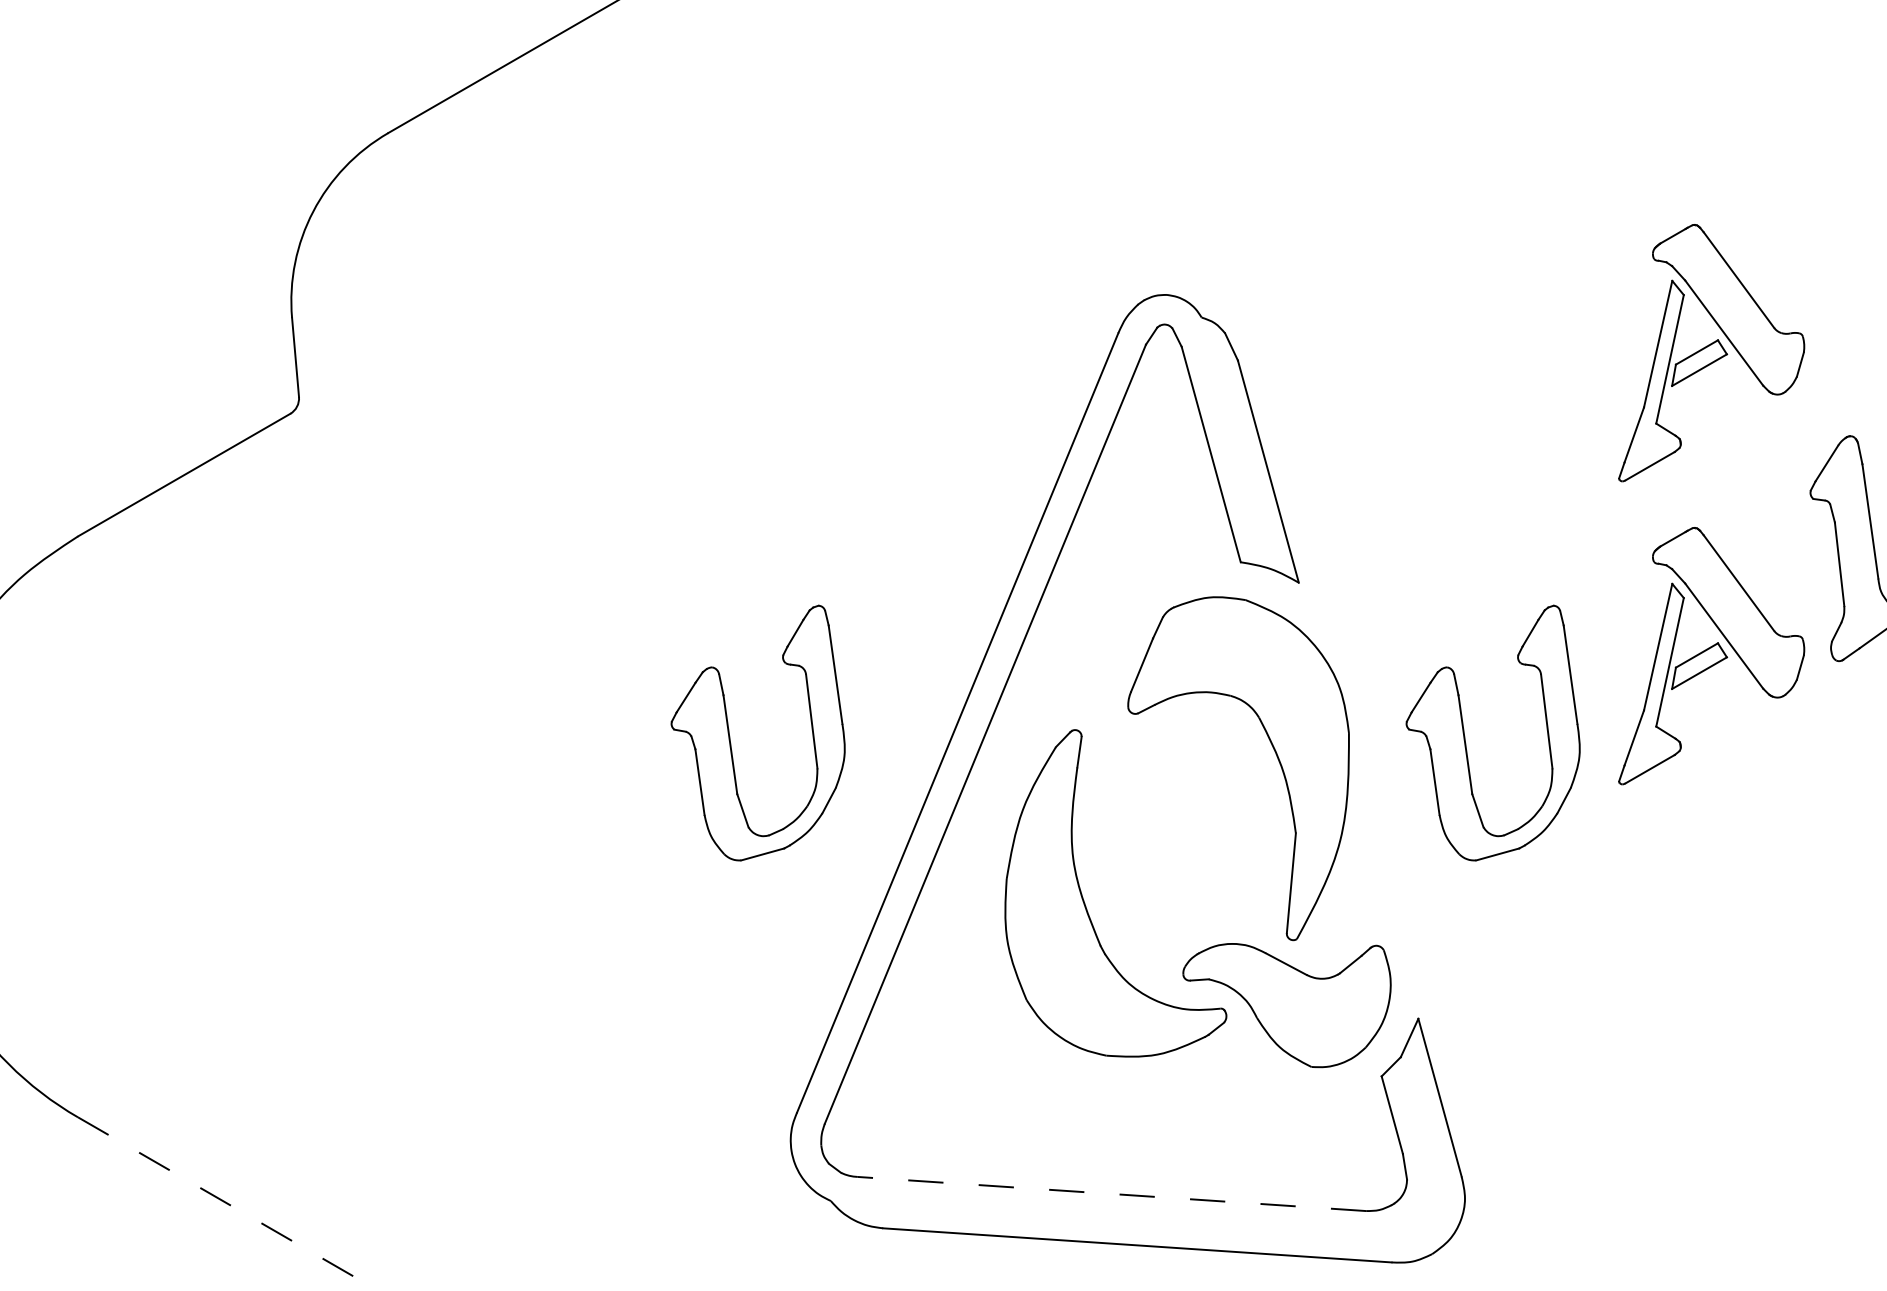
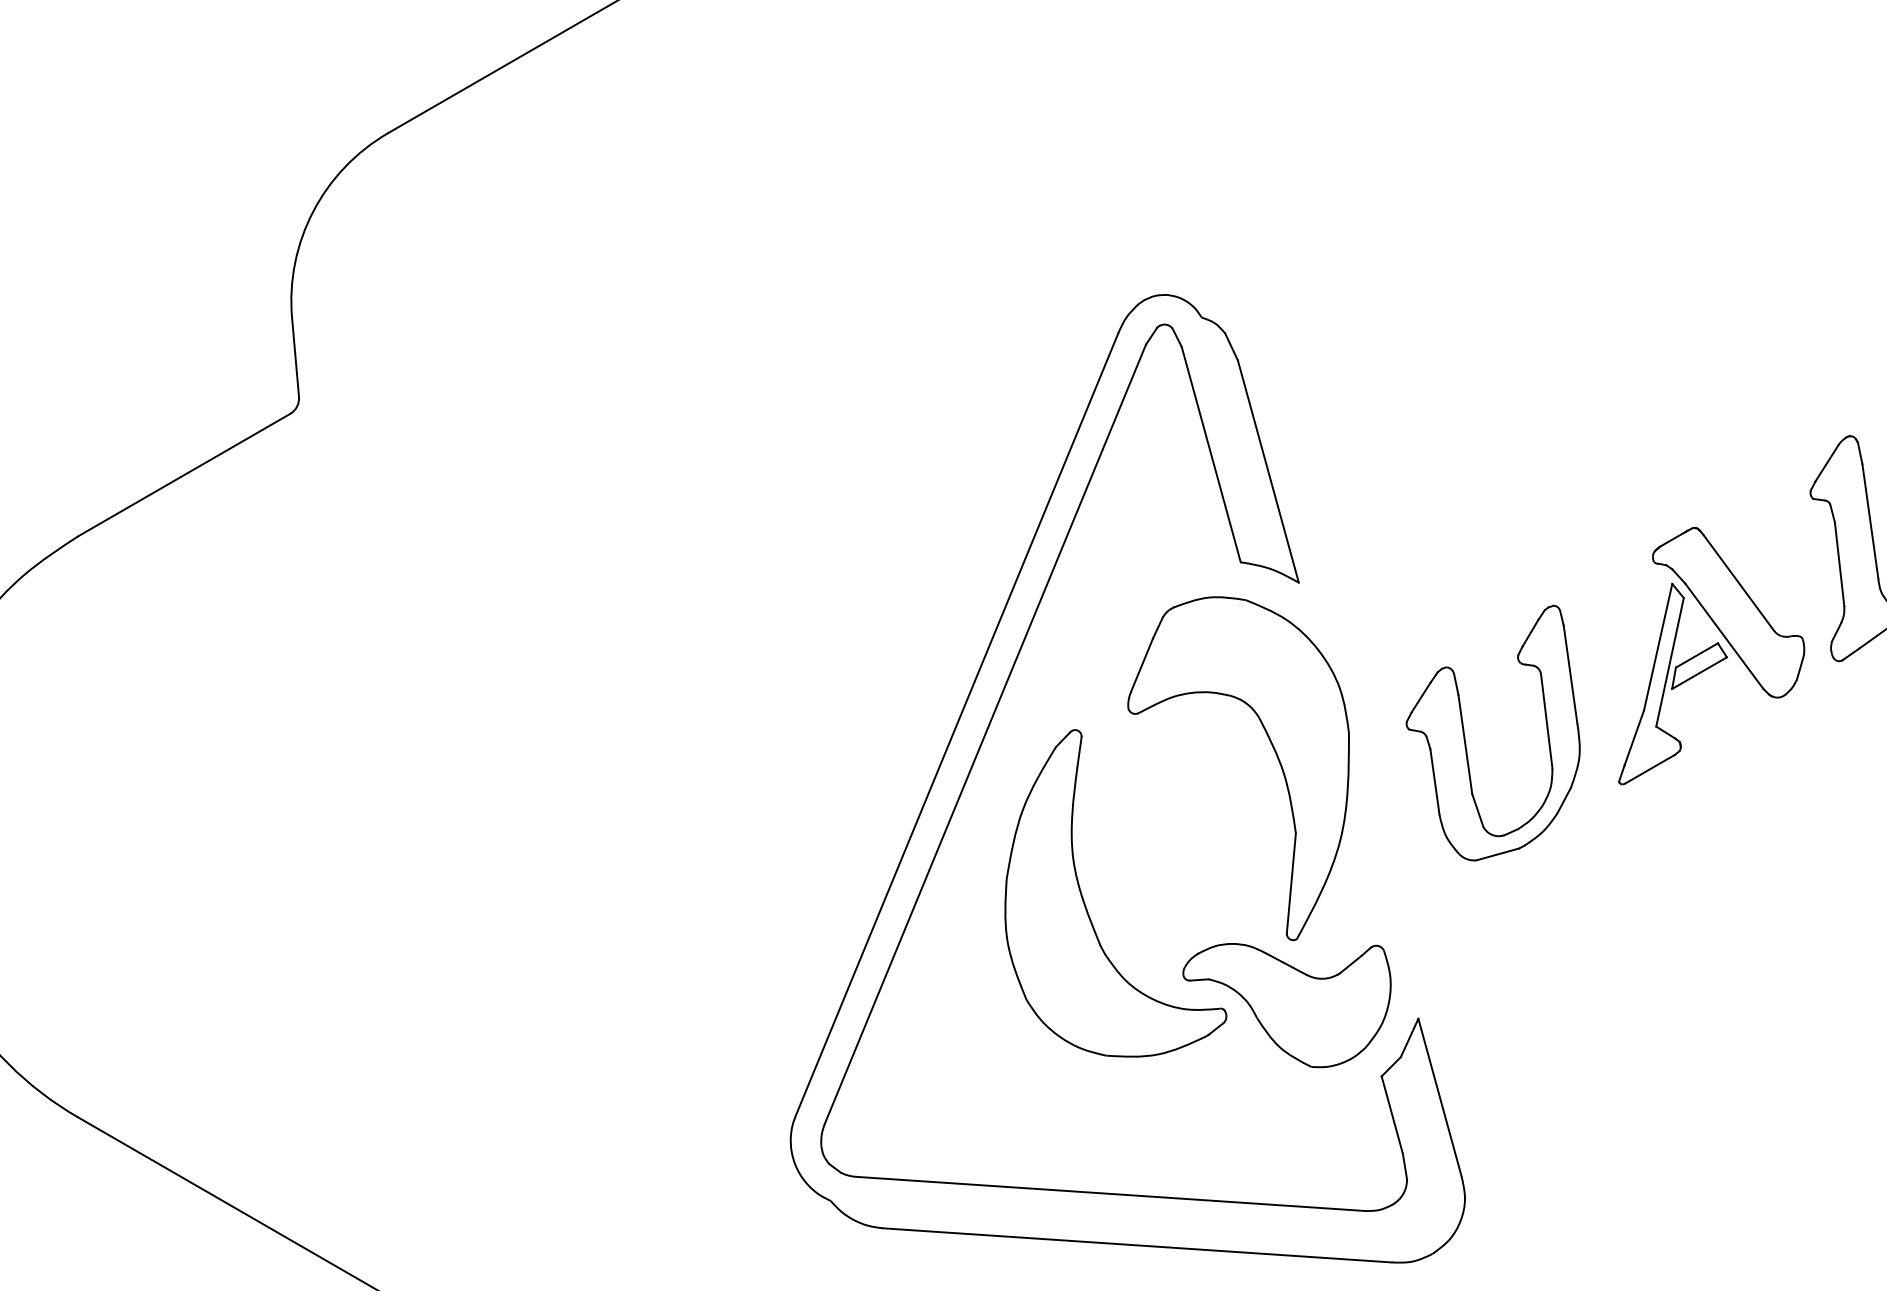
part at (1711, 353): present -> none
part at (730, 736): present -> none
line at (1111, 1194): dashed -> solid
line at (228, 1204): dashed -> solid
